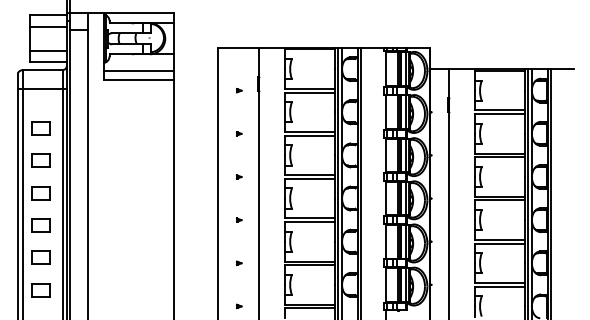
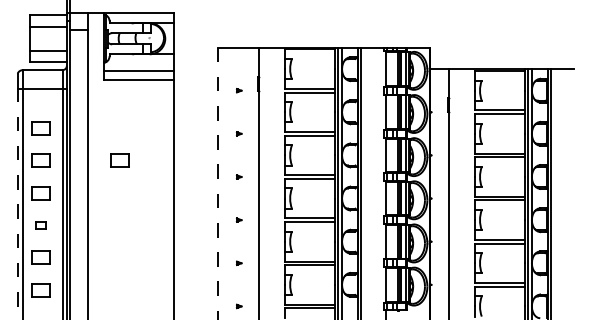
part at (119, 160): none -> present
line at (218, 183): solid -> dashed
line at (17, 203): solid -> dashed
part at (40, 225) size: 20x15 px -> 12x9 px
